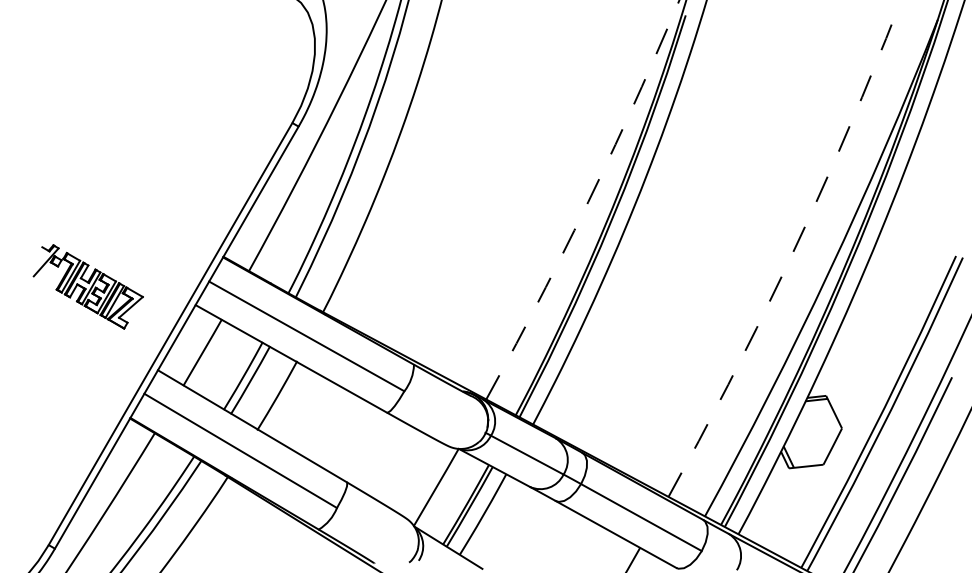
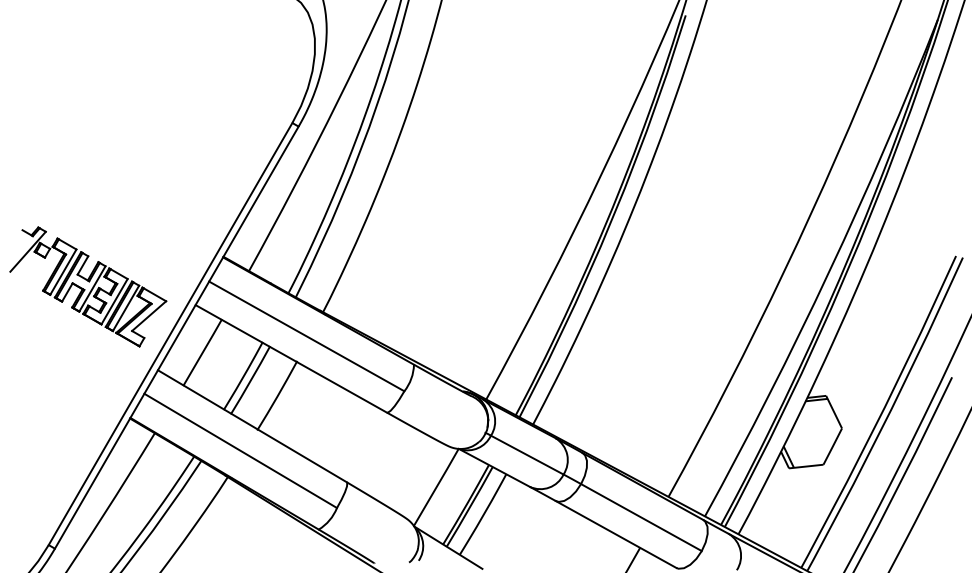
arc at (588, 201): dashed -> solid
arc at (793, 252): dashed -> solid
part at (87, 286) size: 112x86 px -> 159x122 px
